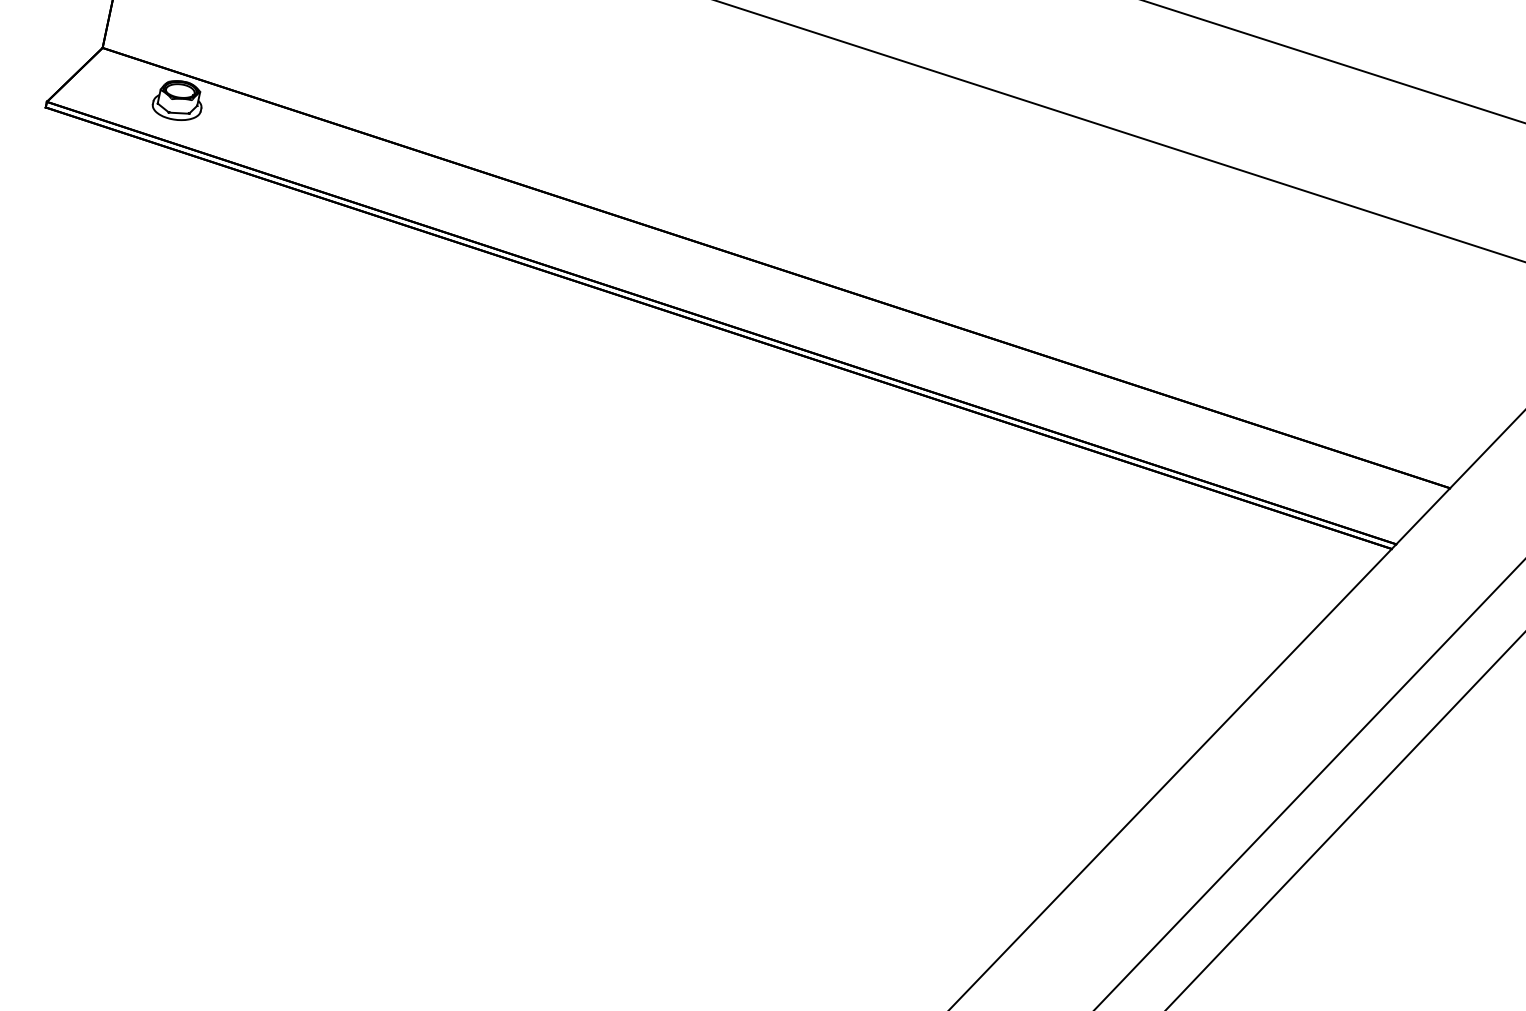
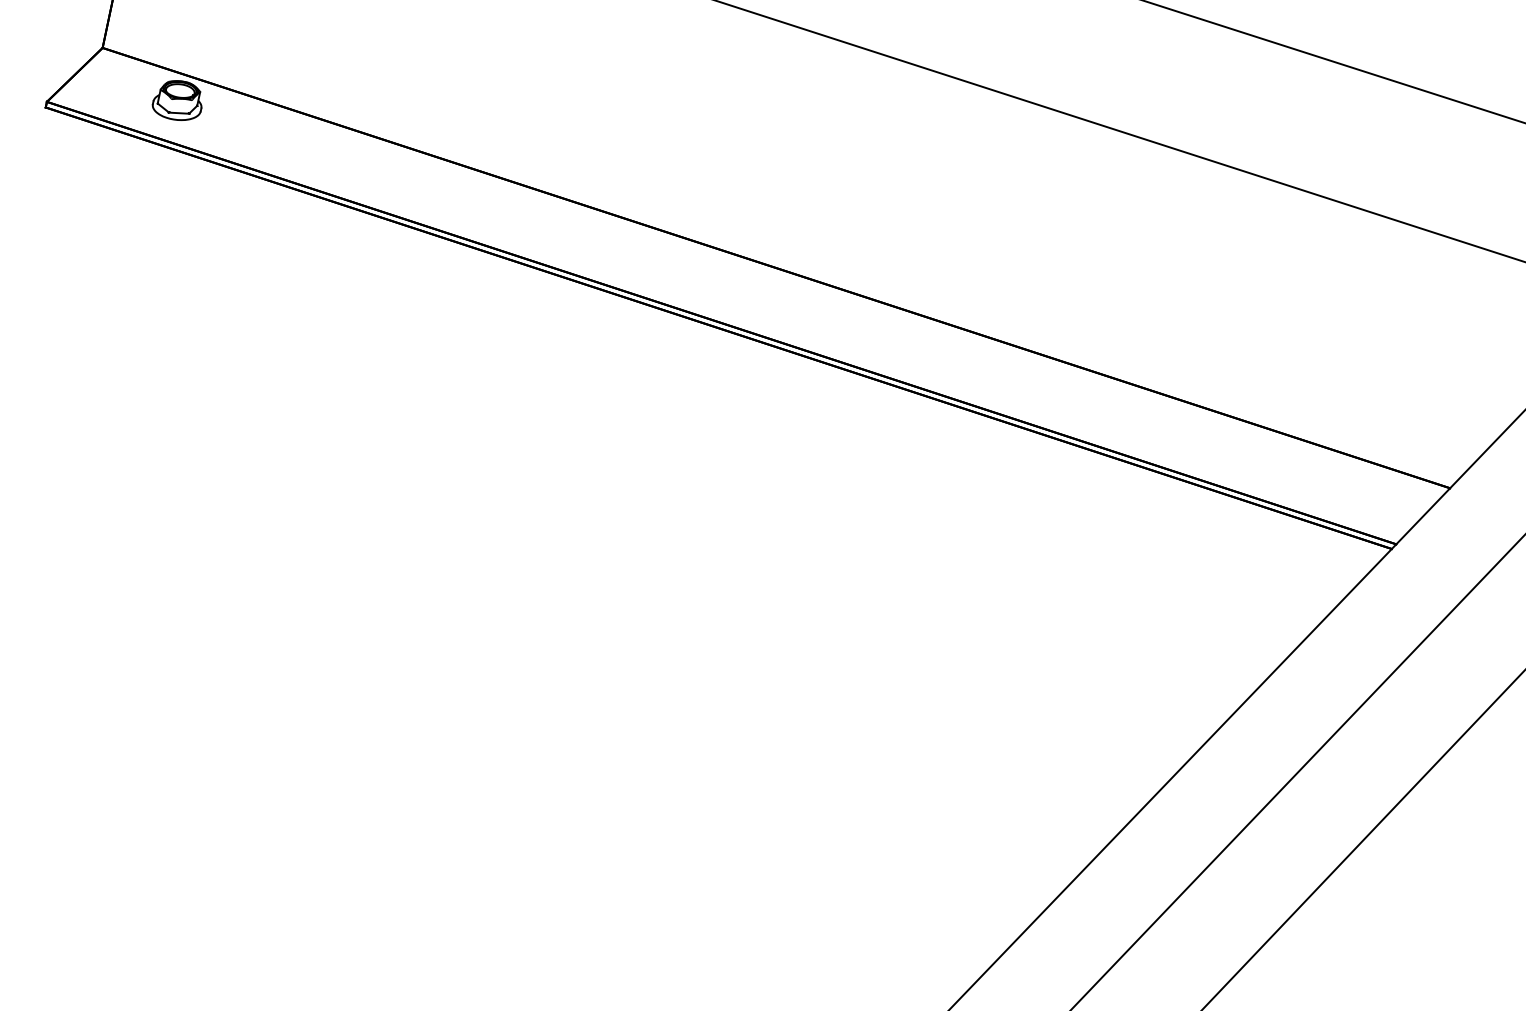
line at (1309, 784) position: (1309, 784) -> (1297, 772)
line at (1345, 820) position: (1345, 820) -> (1363, 839)
